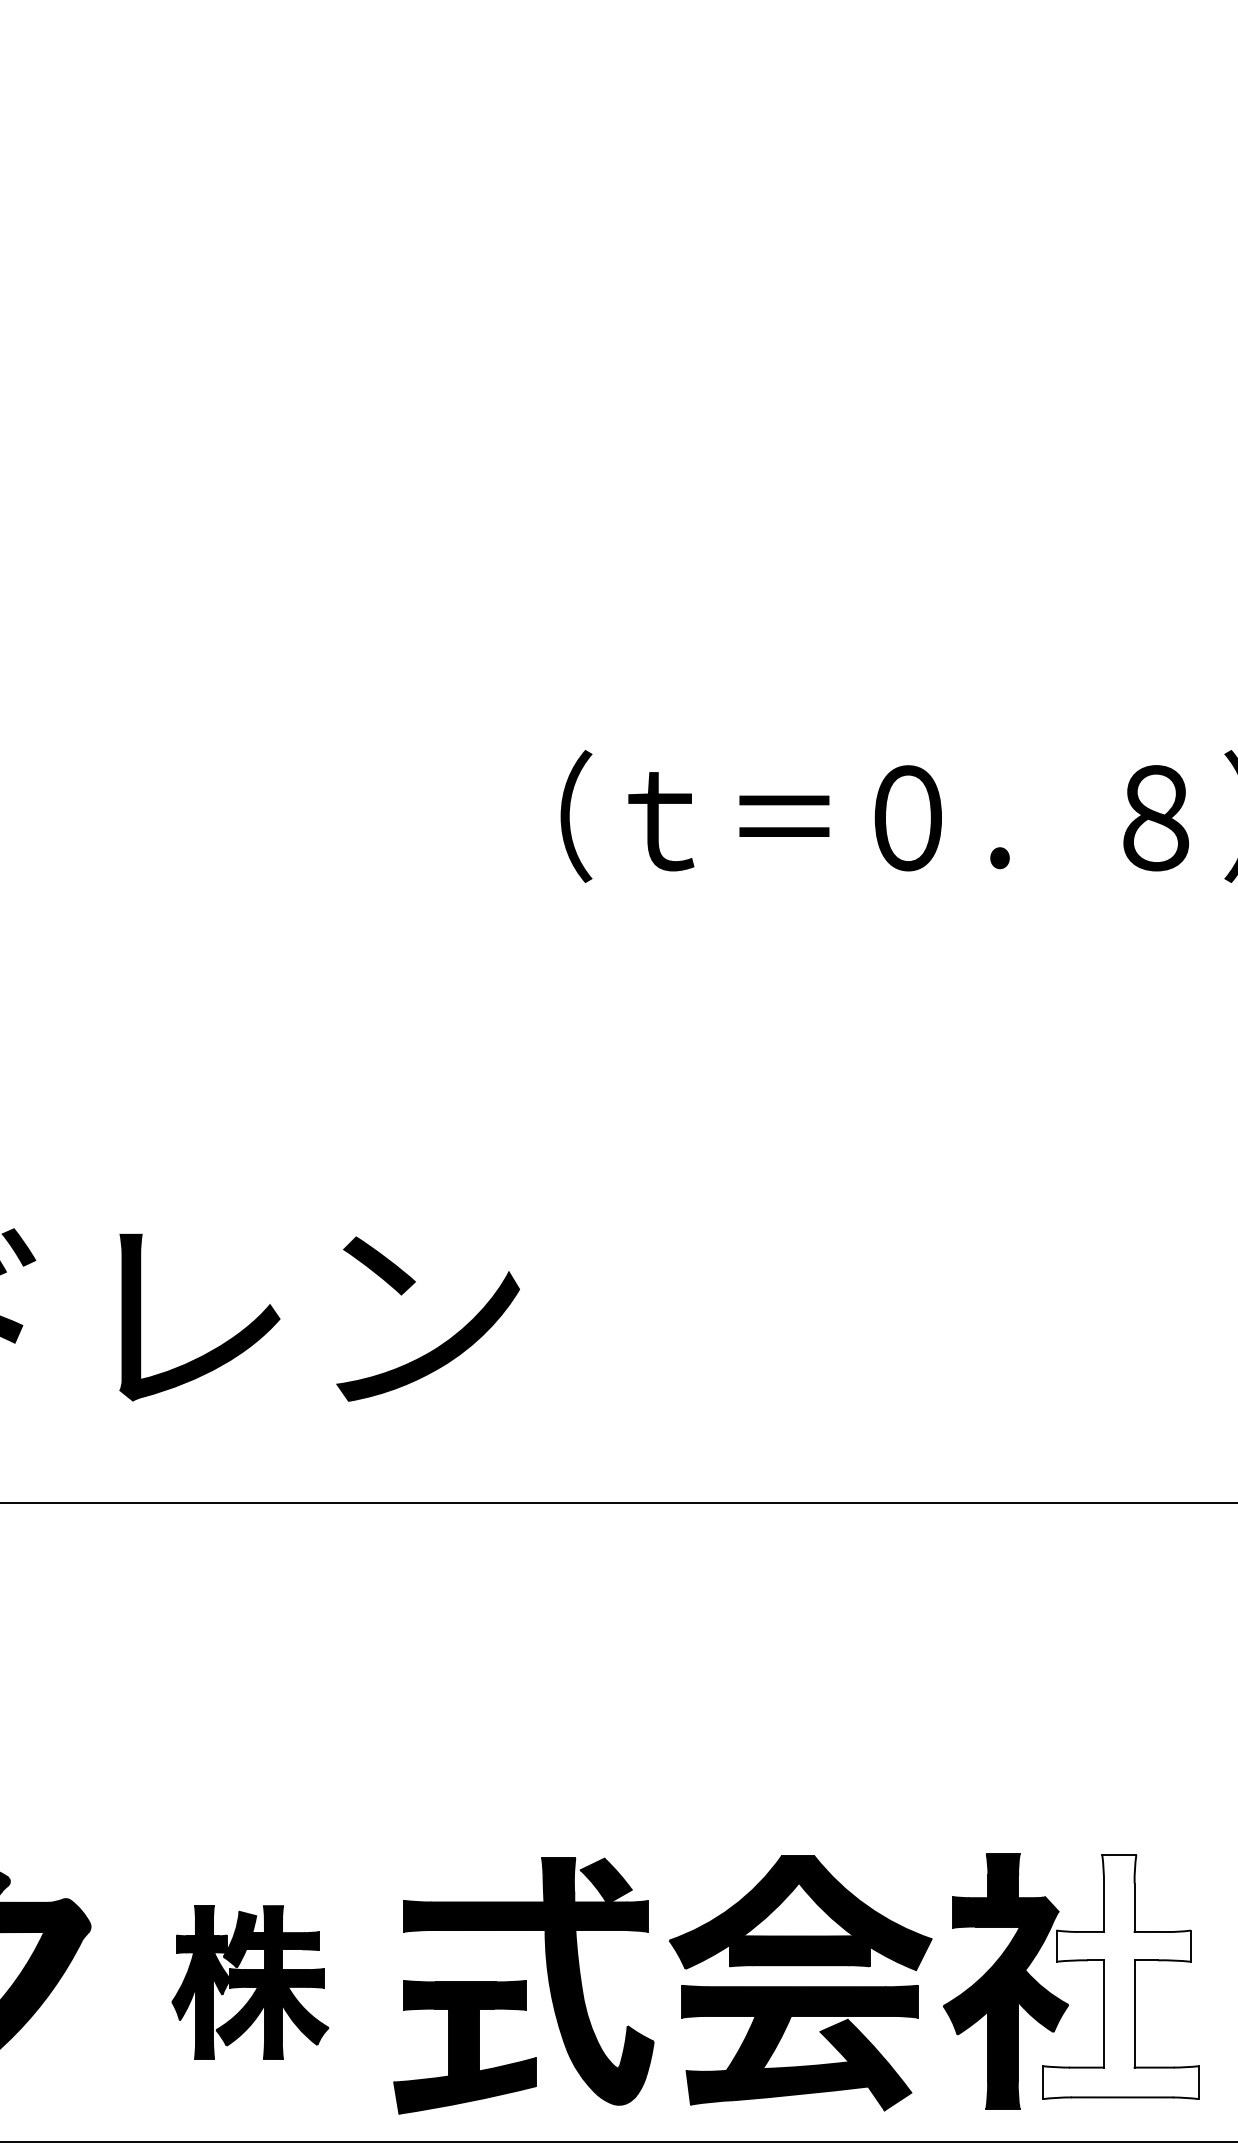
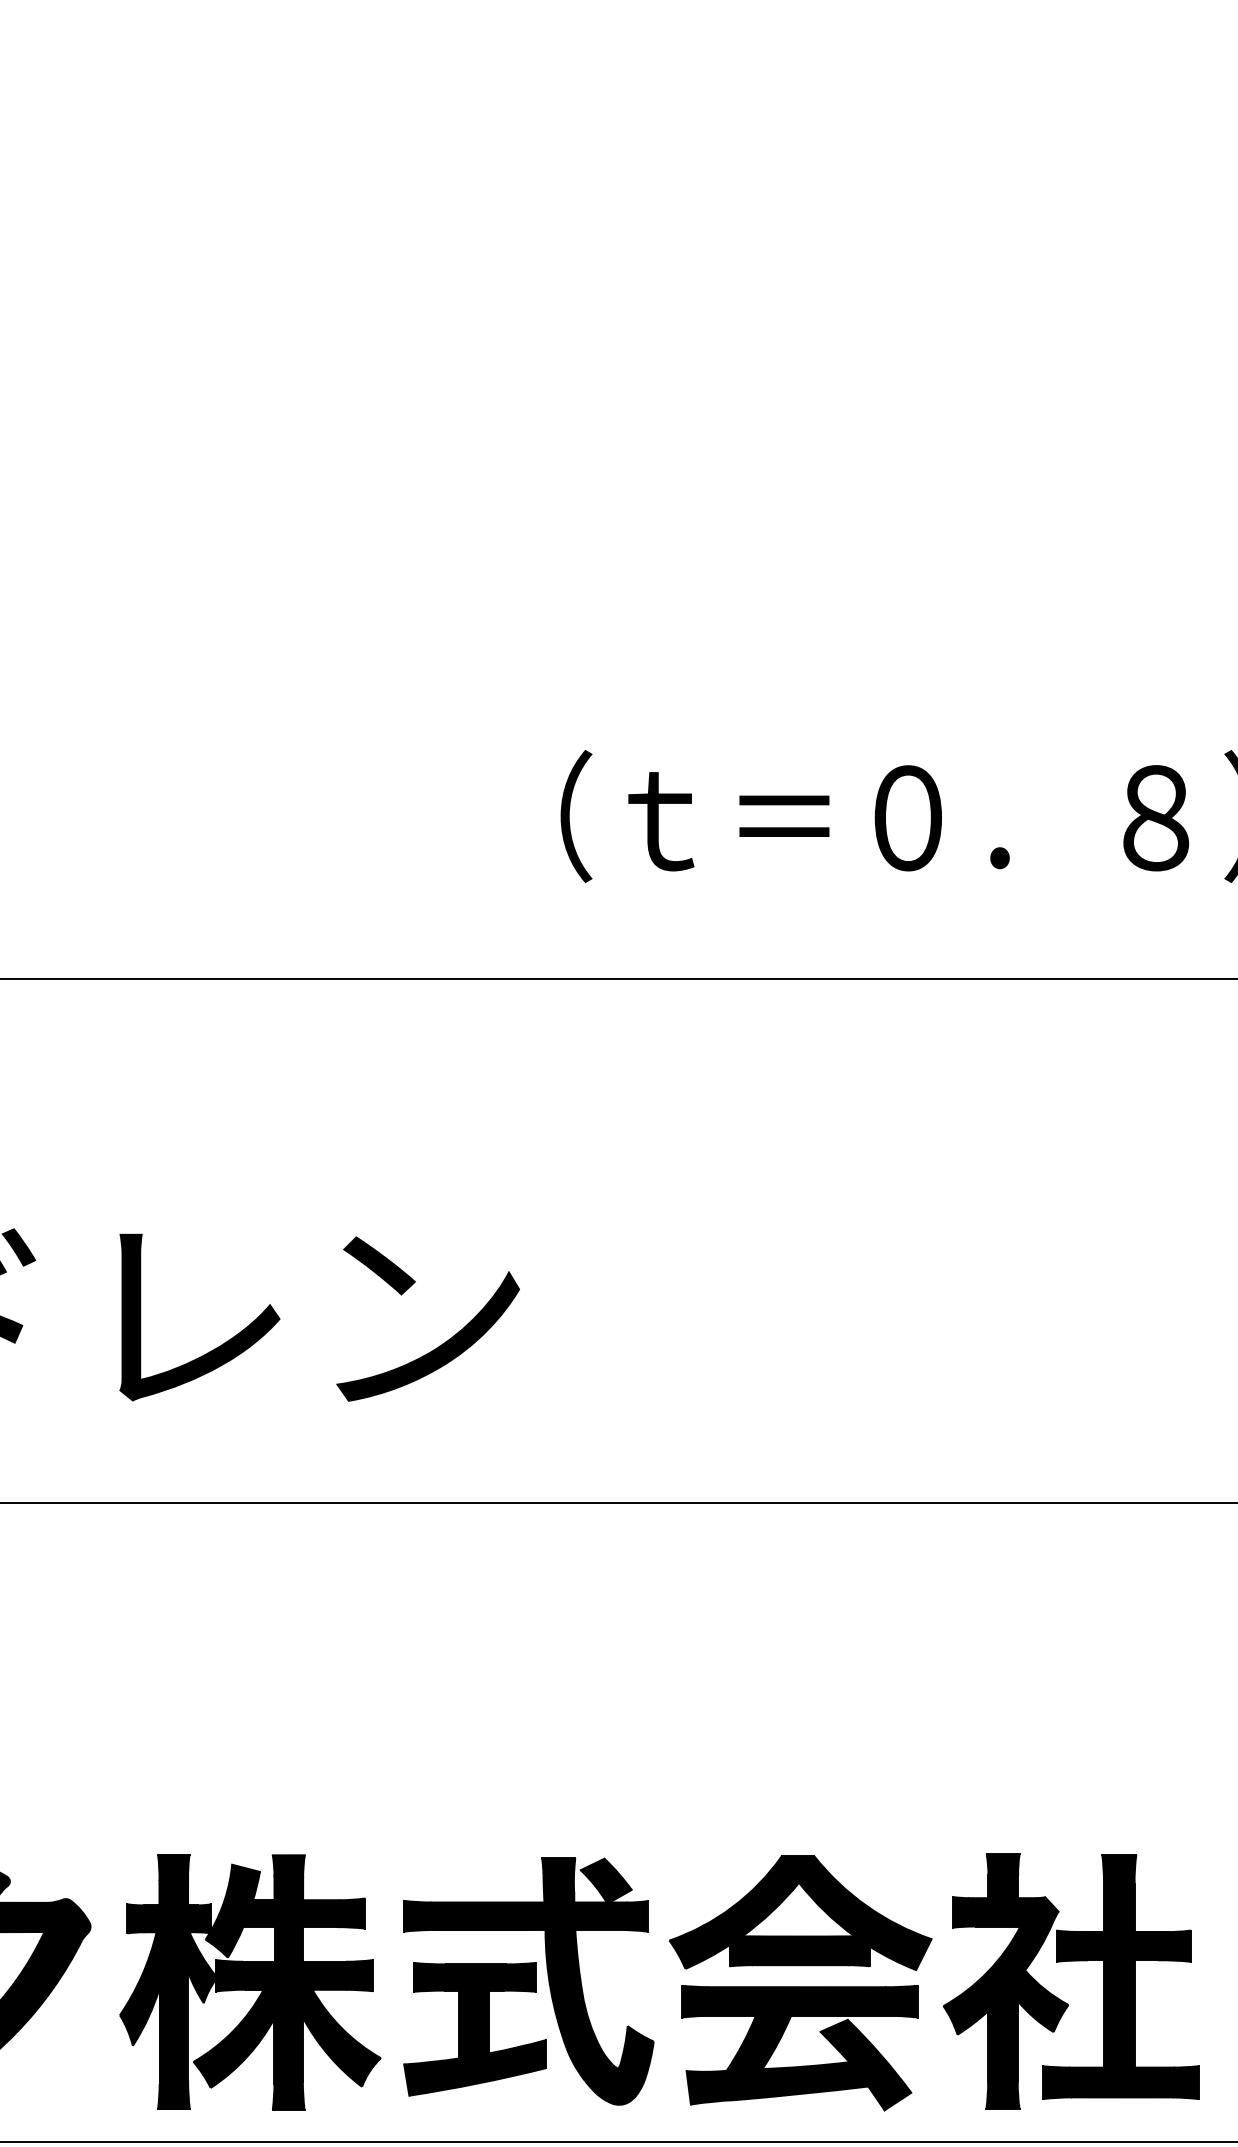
line at (618, 979): none -> present
fill at (1120, 1977): none -> present
part at (250, 1982) size: 159x155 px -> 263x257 px
part at (464, 2047) position: (464, 2047) -> (474, 2029)
